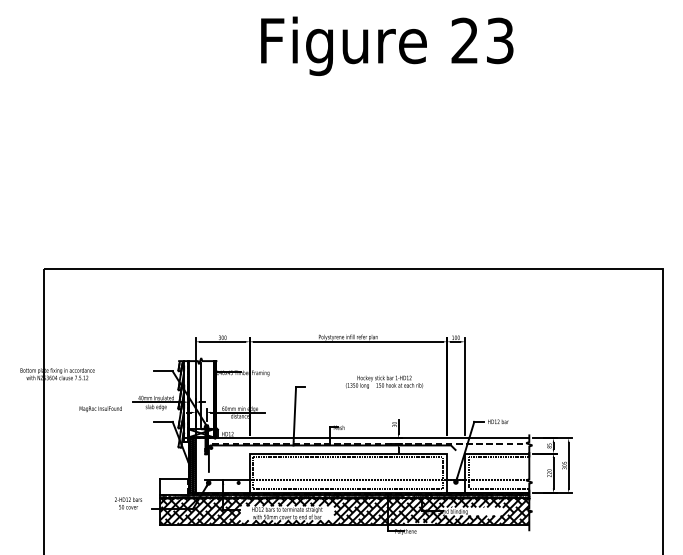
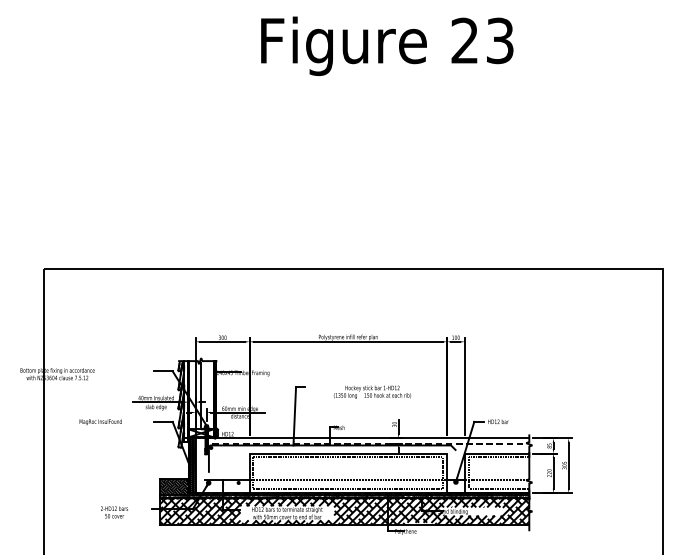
text at (384, 381) position: (384, 381) -> (372, 391)
text at (100, 408) position: (100, 408) -> (100, 421)
hatch at (173, 486): none -> present
text at (128, 503) position: (128, 503) -> (114, 512)
